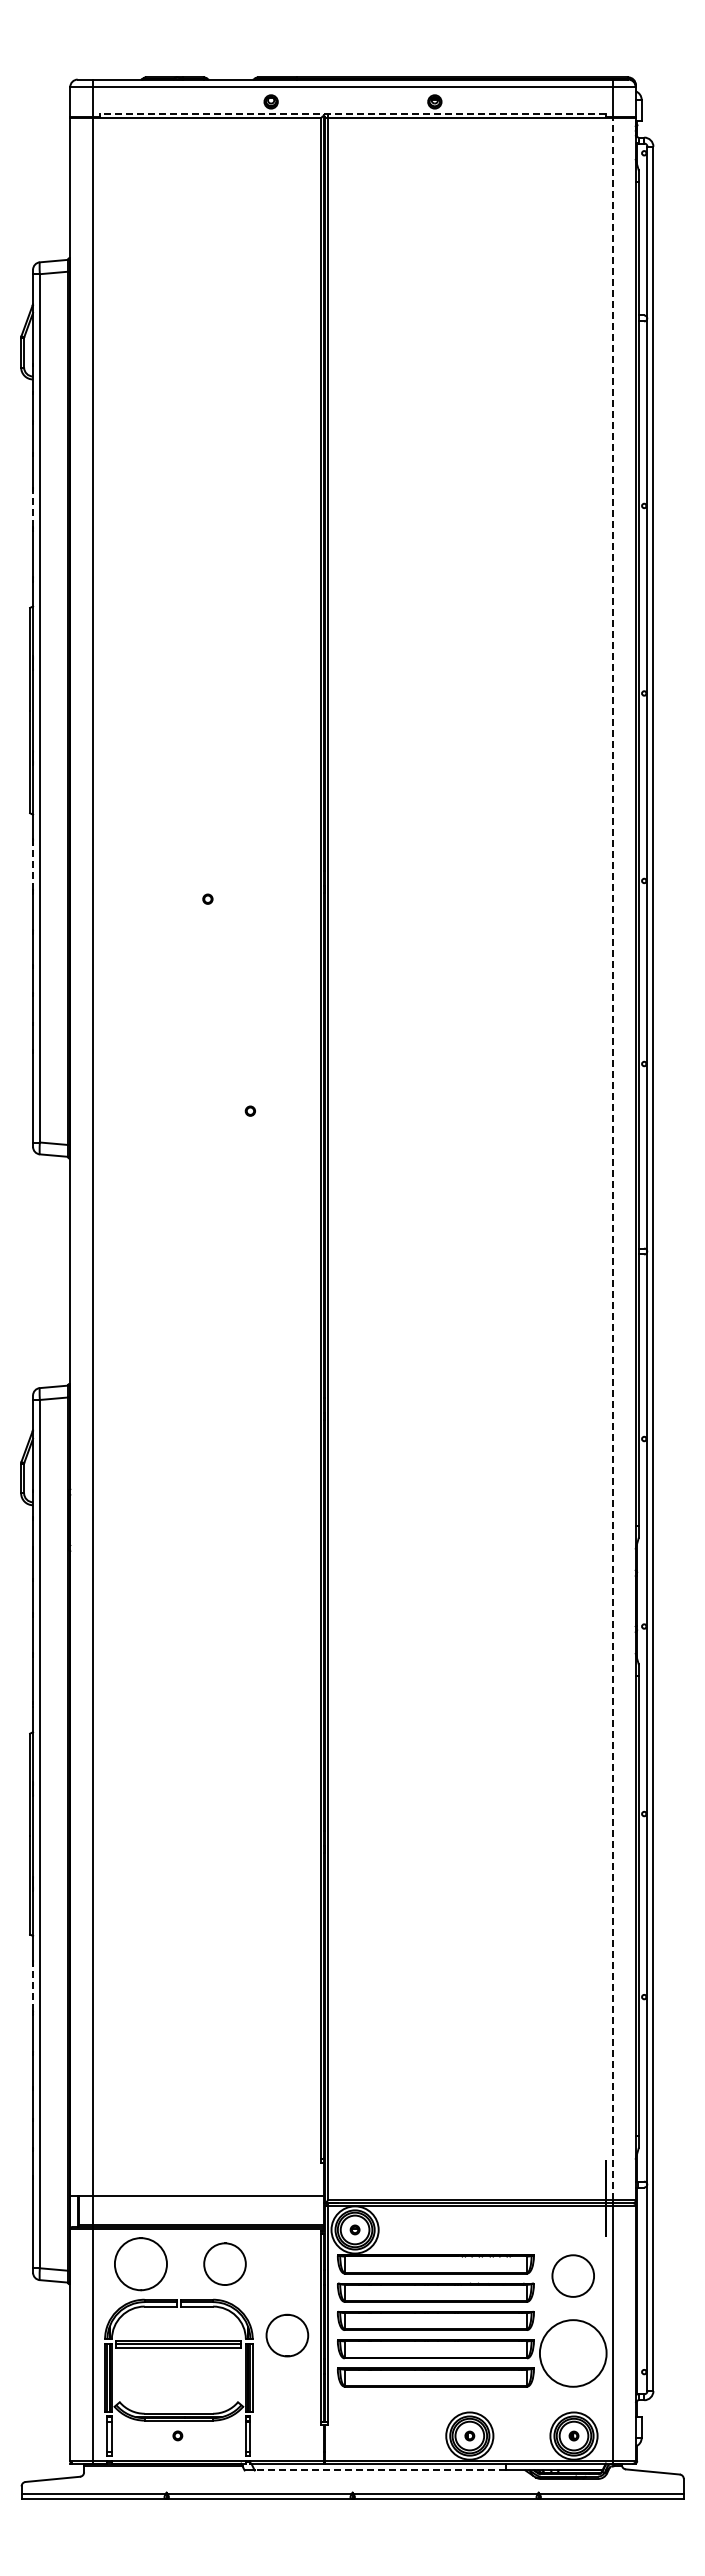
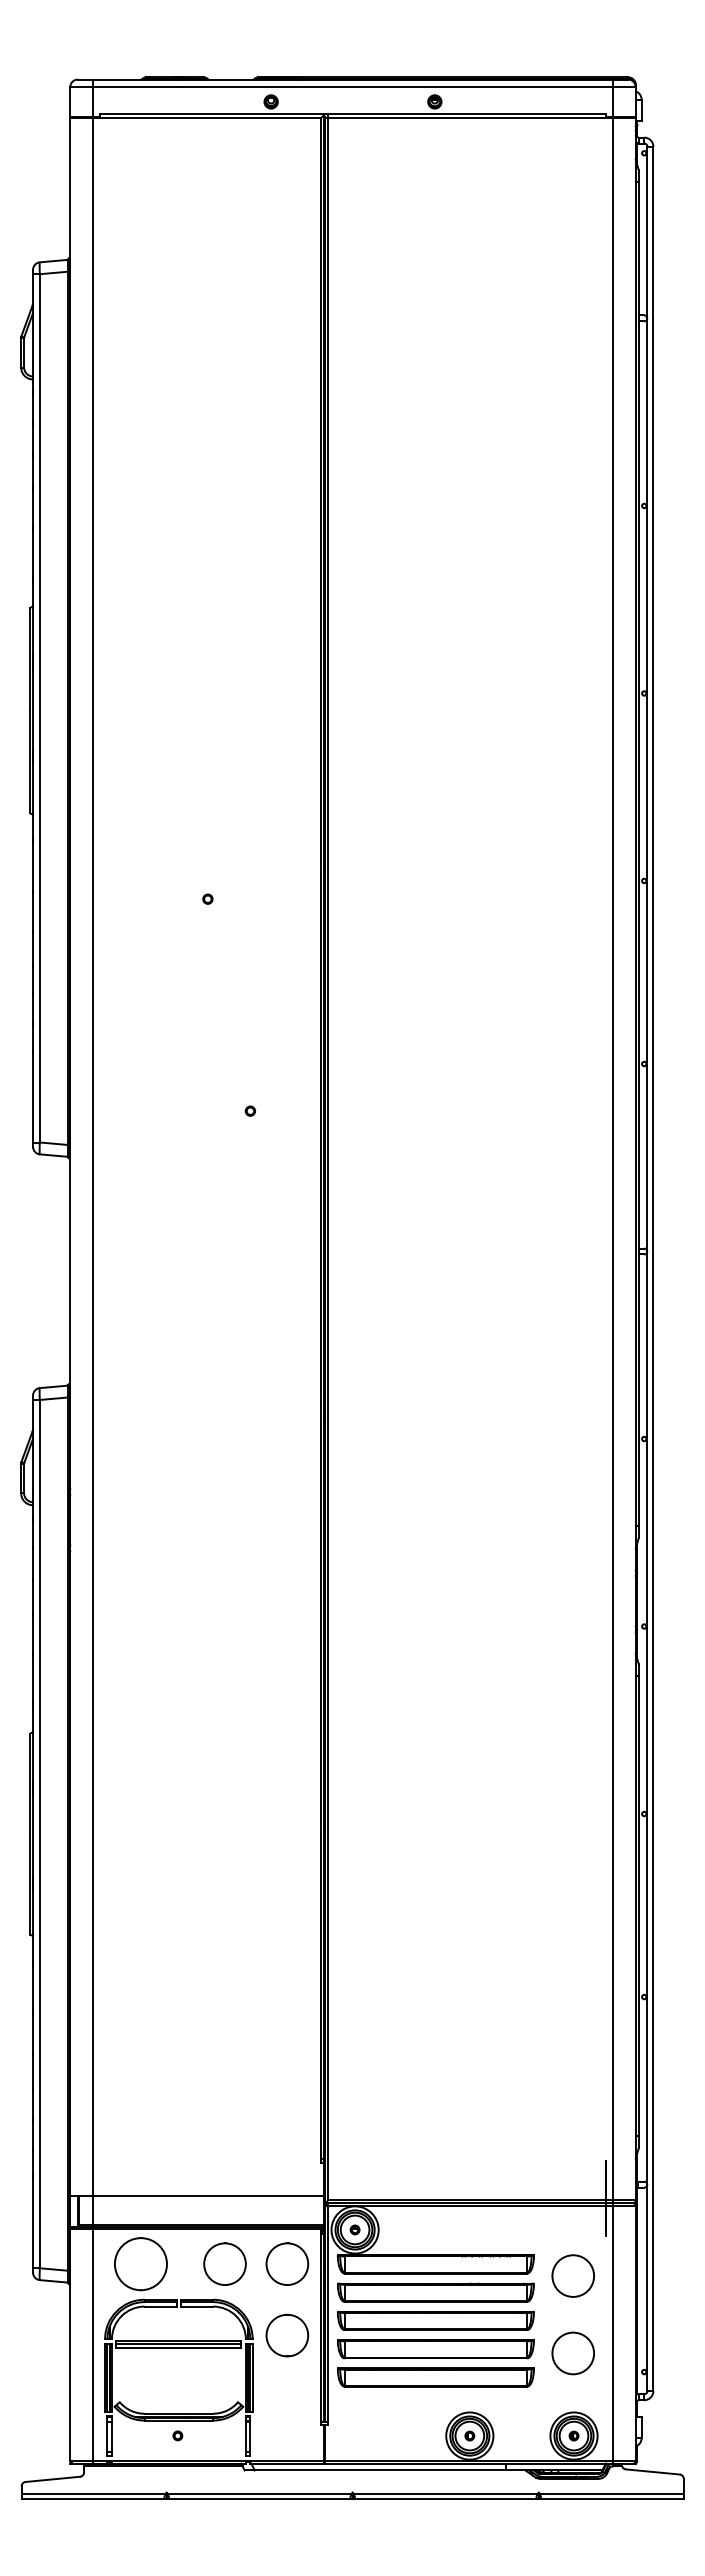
line at (353, 113): dashed -> solid
line at (33, 508): dashed -> solid
line at (33, 867): dashed -> solid
line at (613, 1158): dashed -> solid
line at (33, 1988): dashed -> solid
part at (287, 2263): none -> present
circle at (572, 2353) diameter: 67 px -> 42 px
line at (380, 2470): dashed -> solid
